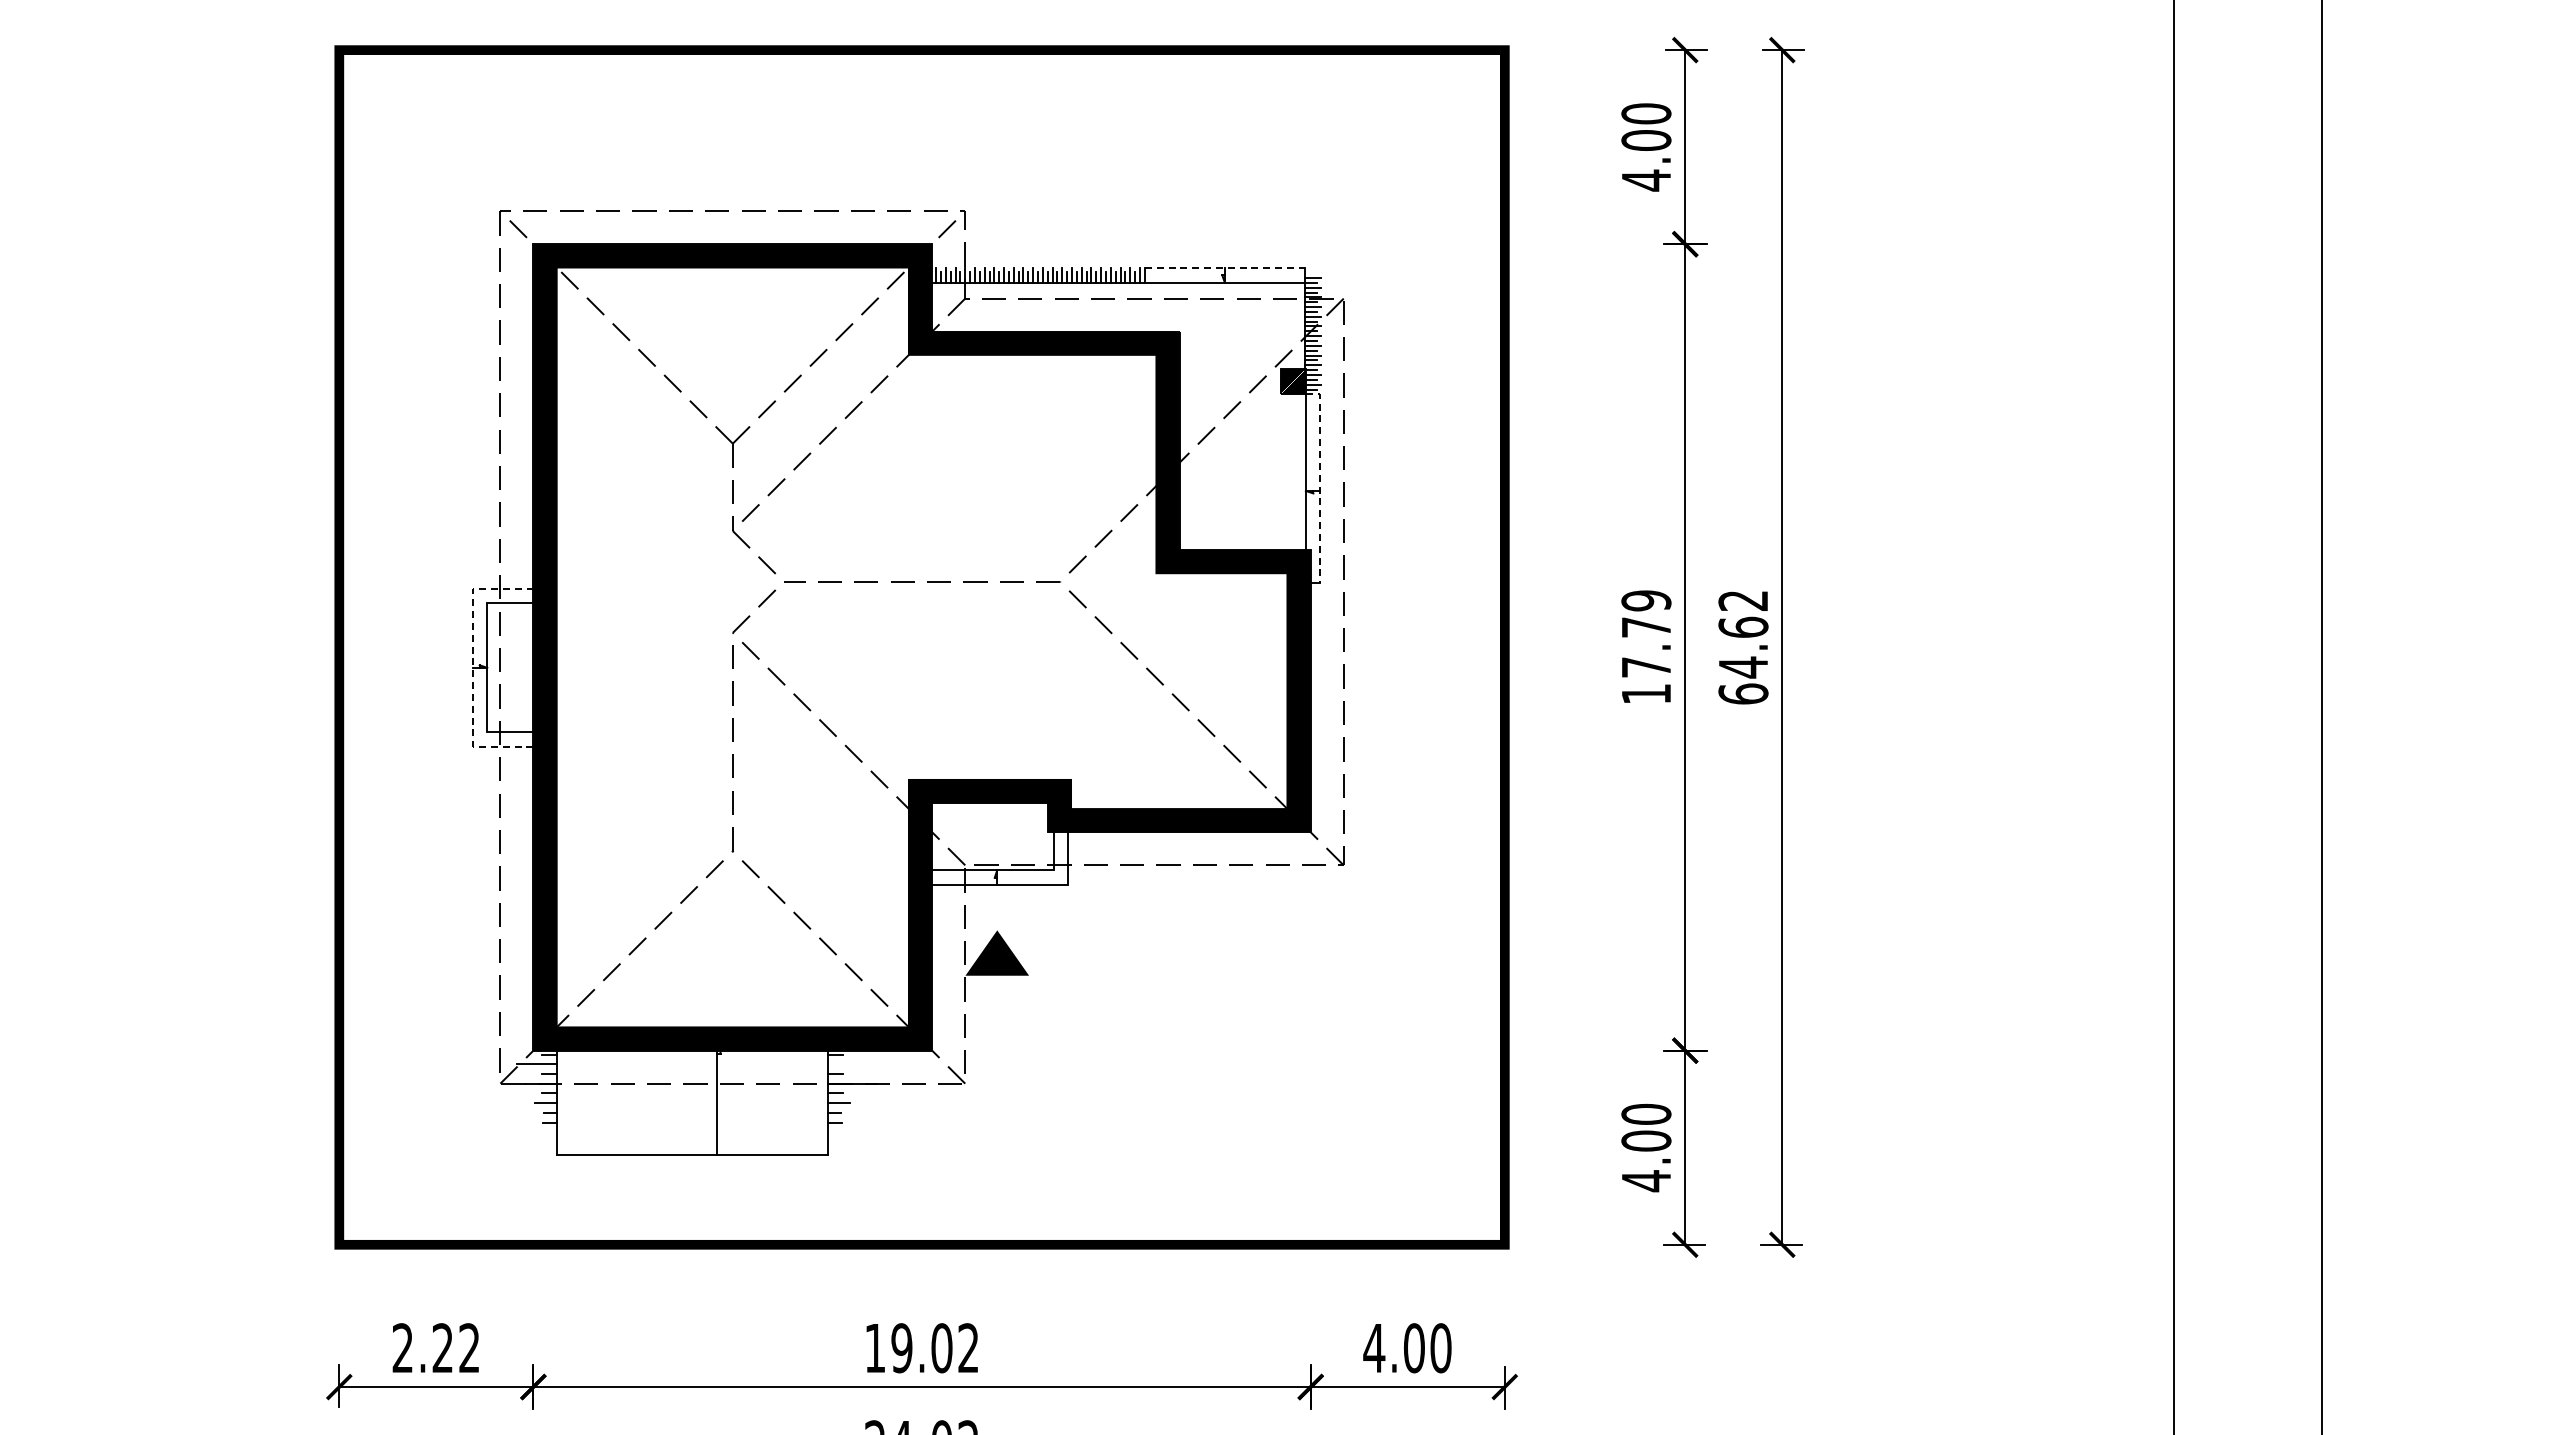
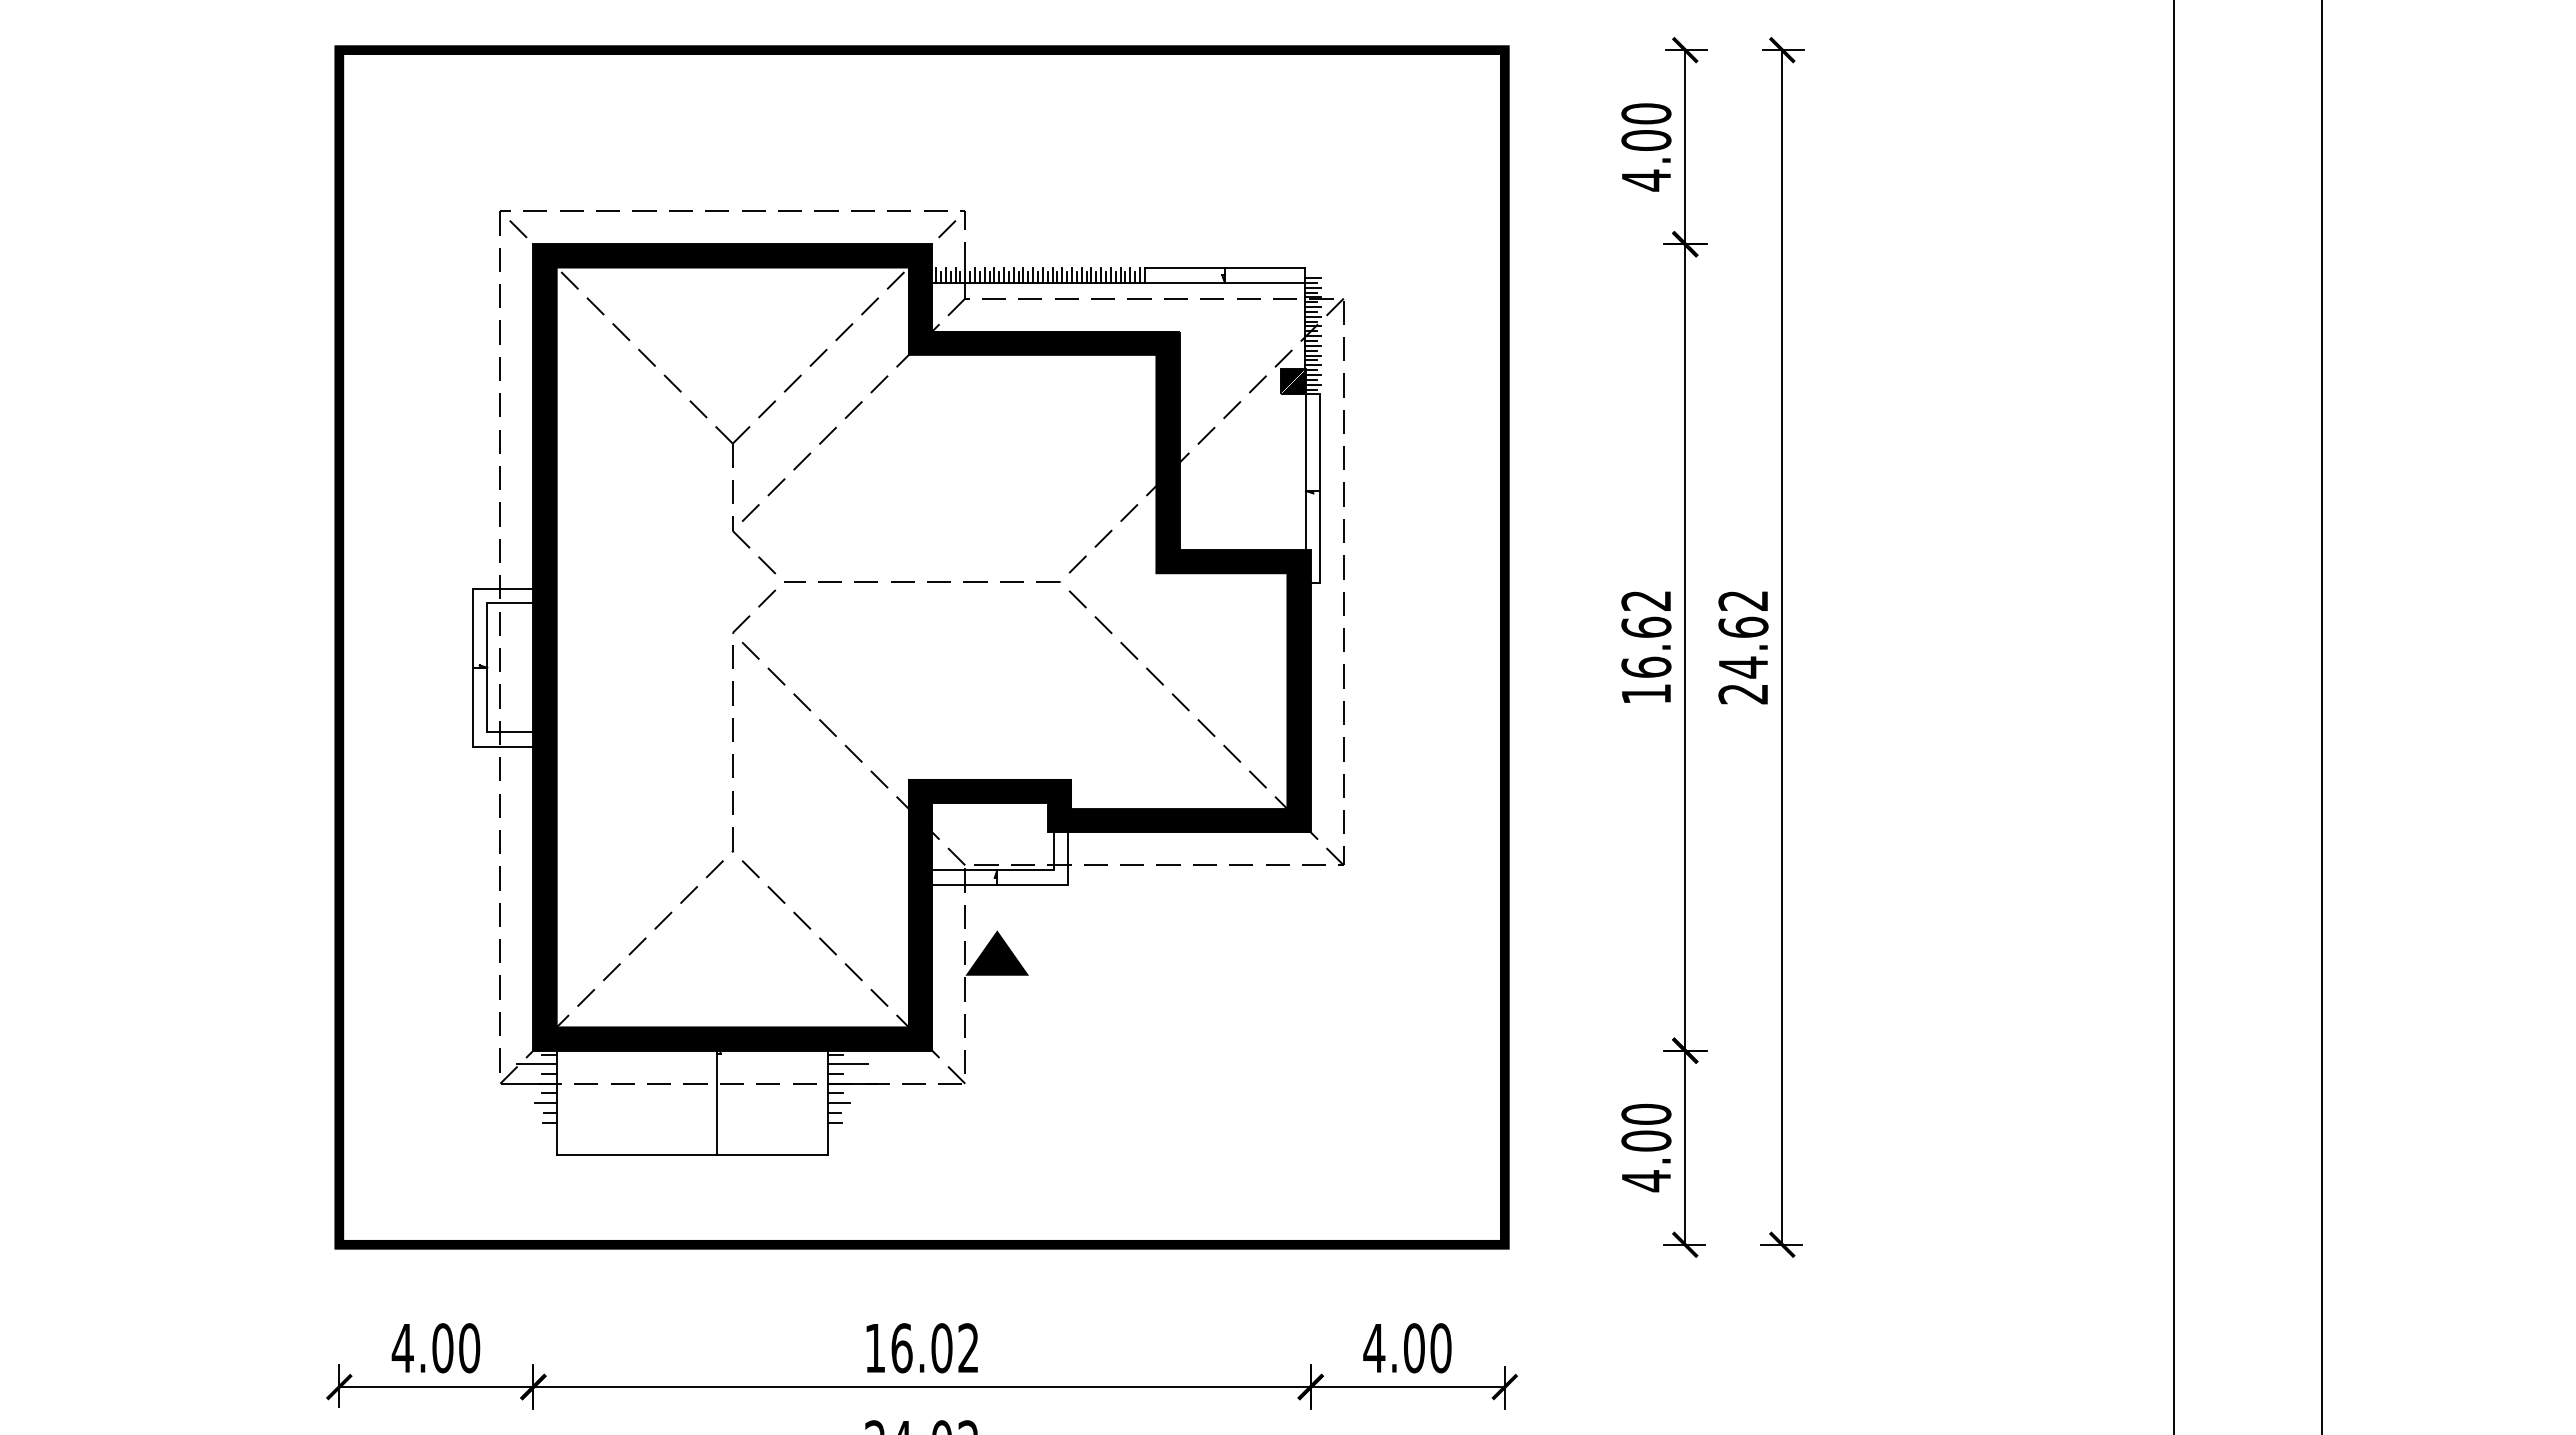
line at (1225, 268): dashed -> solid
line at (1320, 481): dashed -> solid
text at (1646, 633): 17.79 -> 16.62
line at (472, 667): dashed -> solid
text at (1743, 693): 64.62 -> 24.62
line at (848, 1064): none -> present
text at (435, 1348): 2.22 -> 4.00
text at (901, 1348): 19.02 -> 16.02
